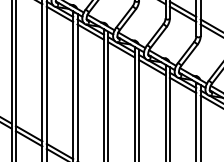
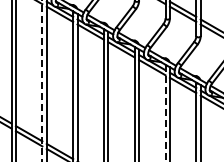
line at (42, 81): solid -> dashed
line at (165, 113): solid -> dashed
